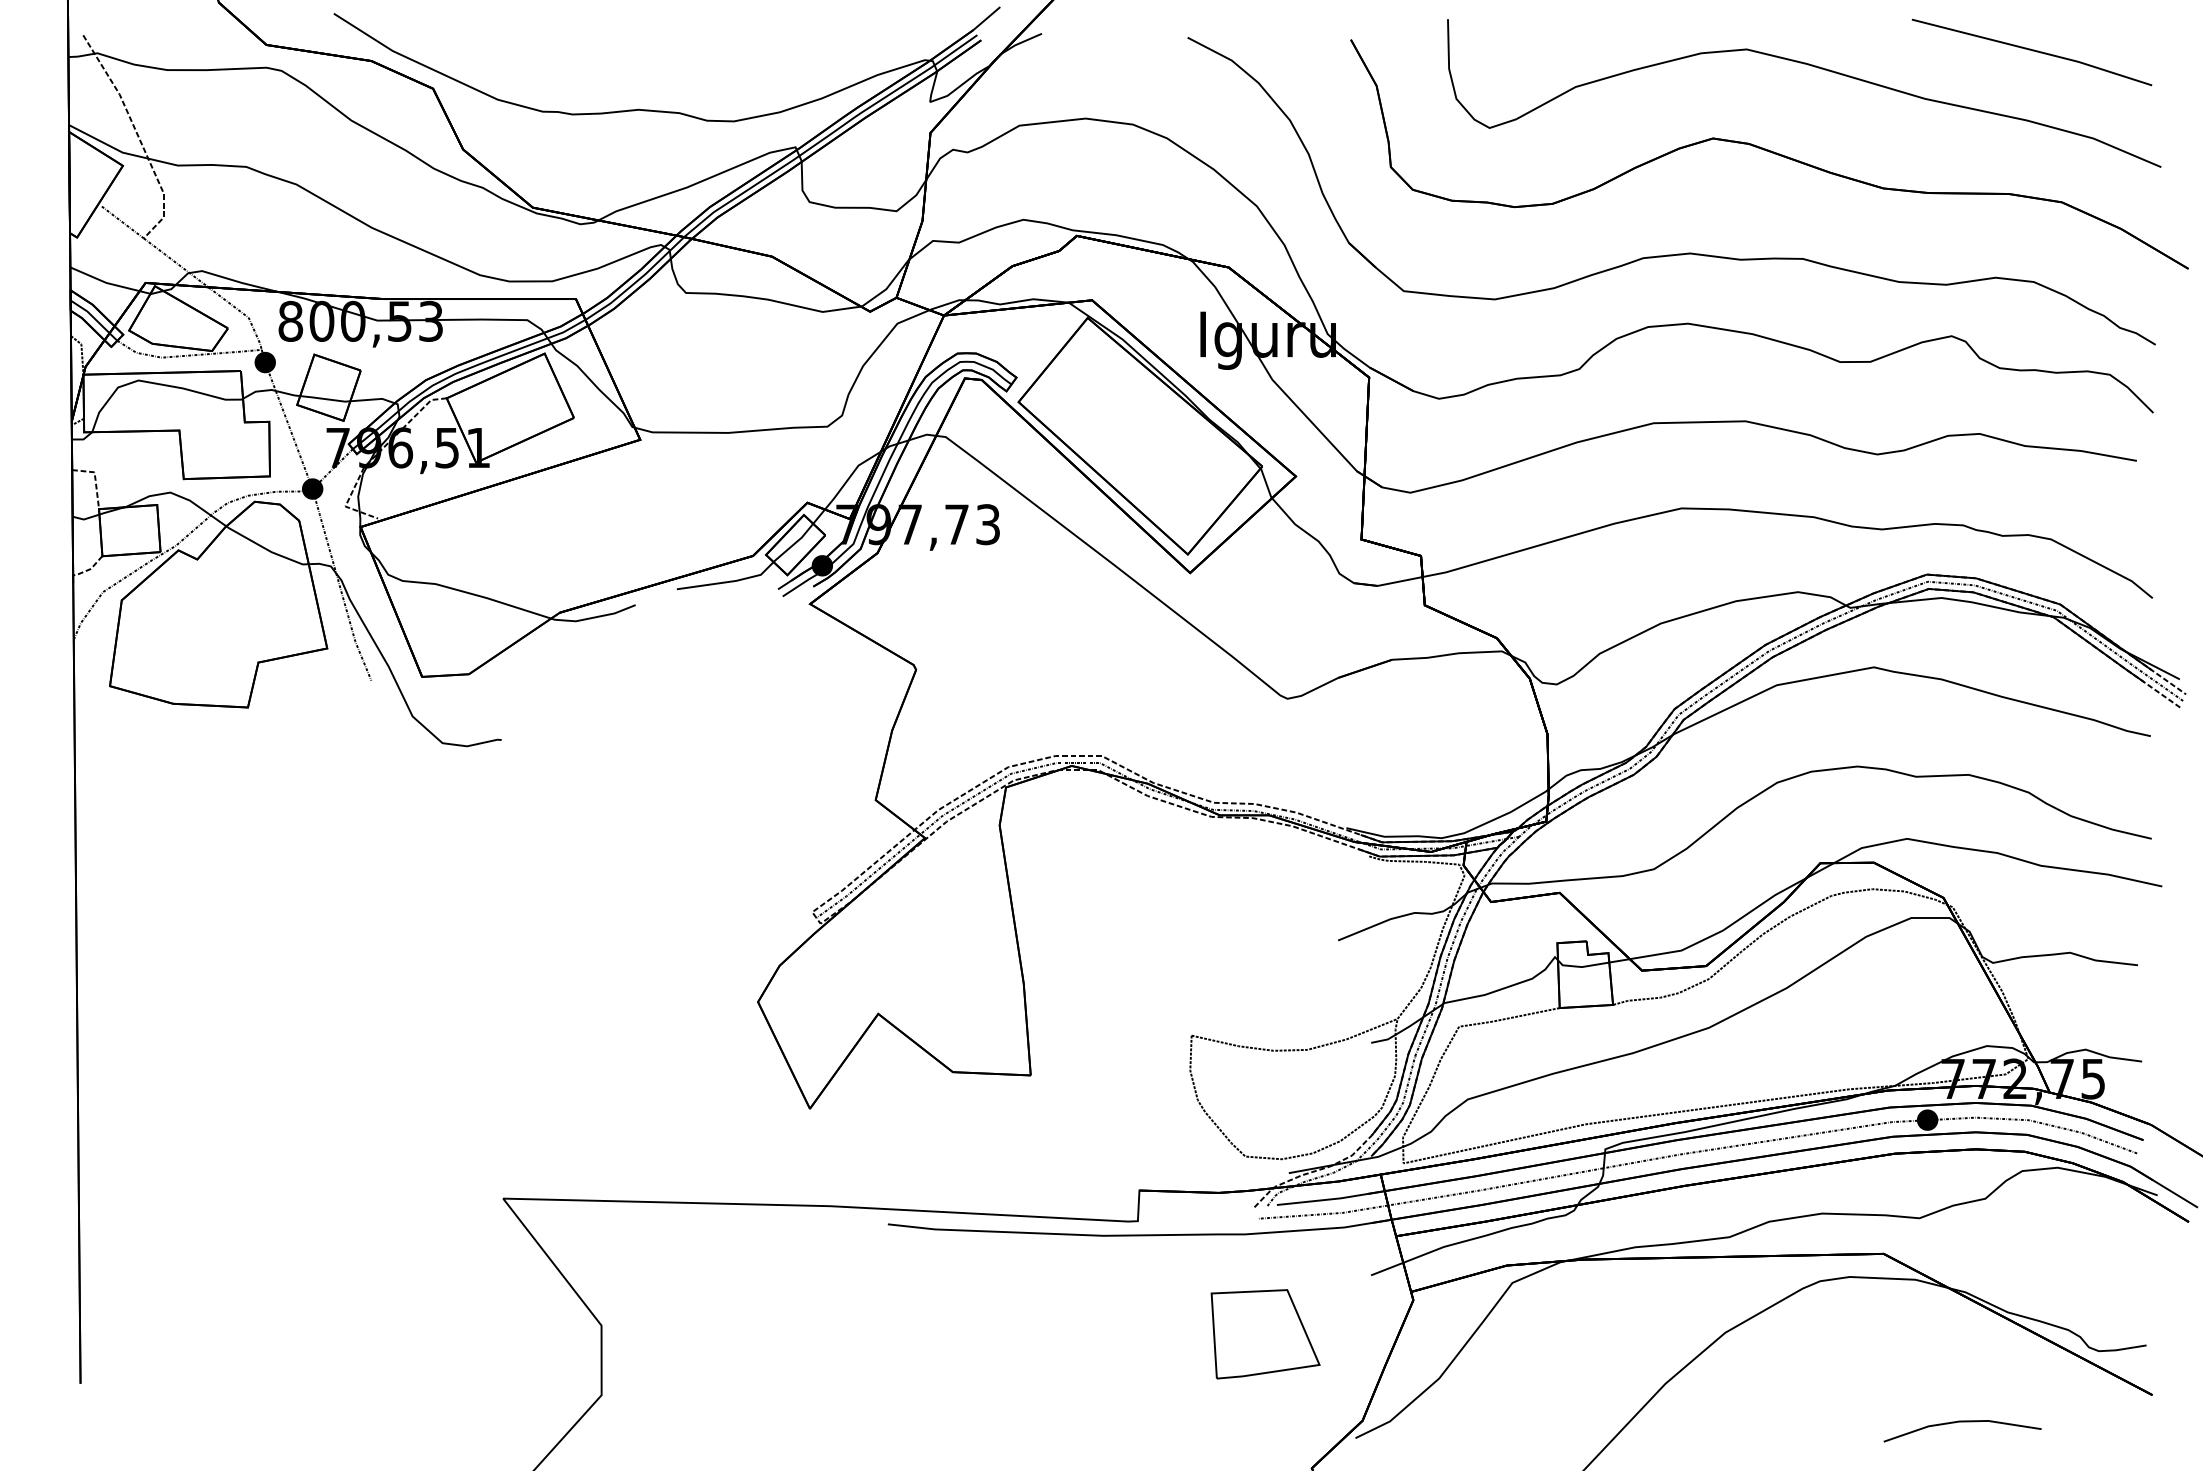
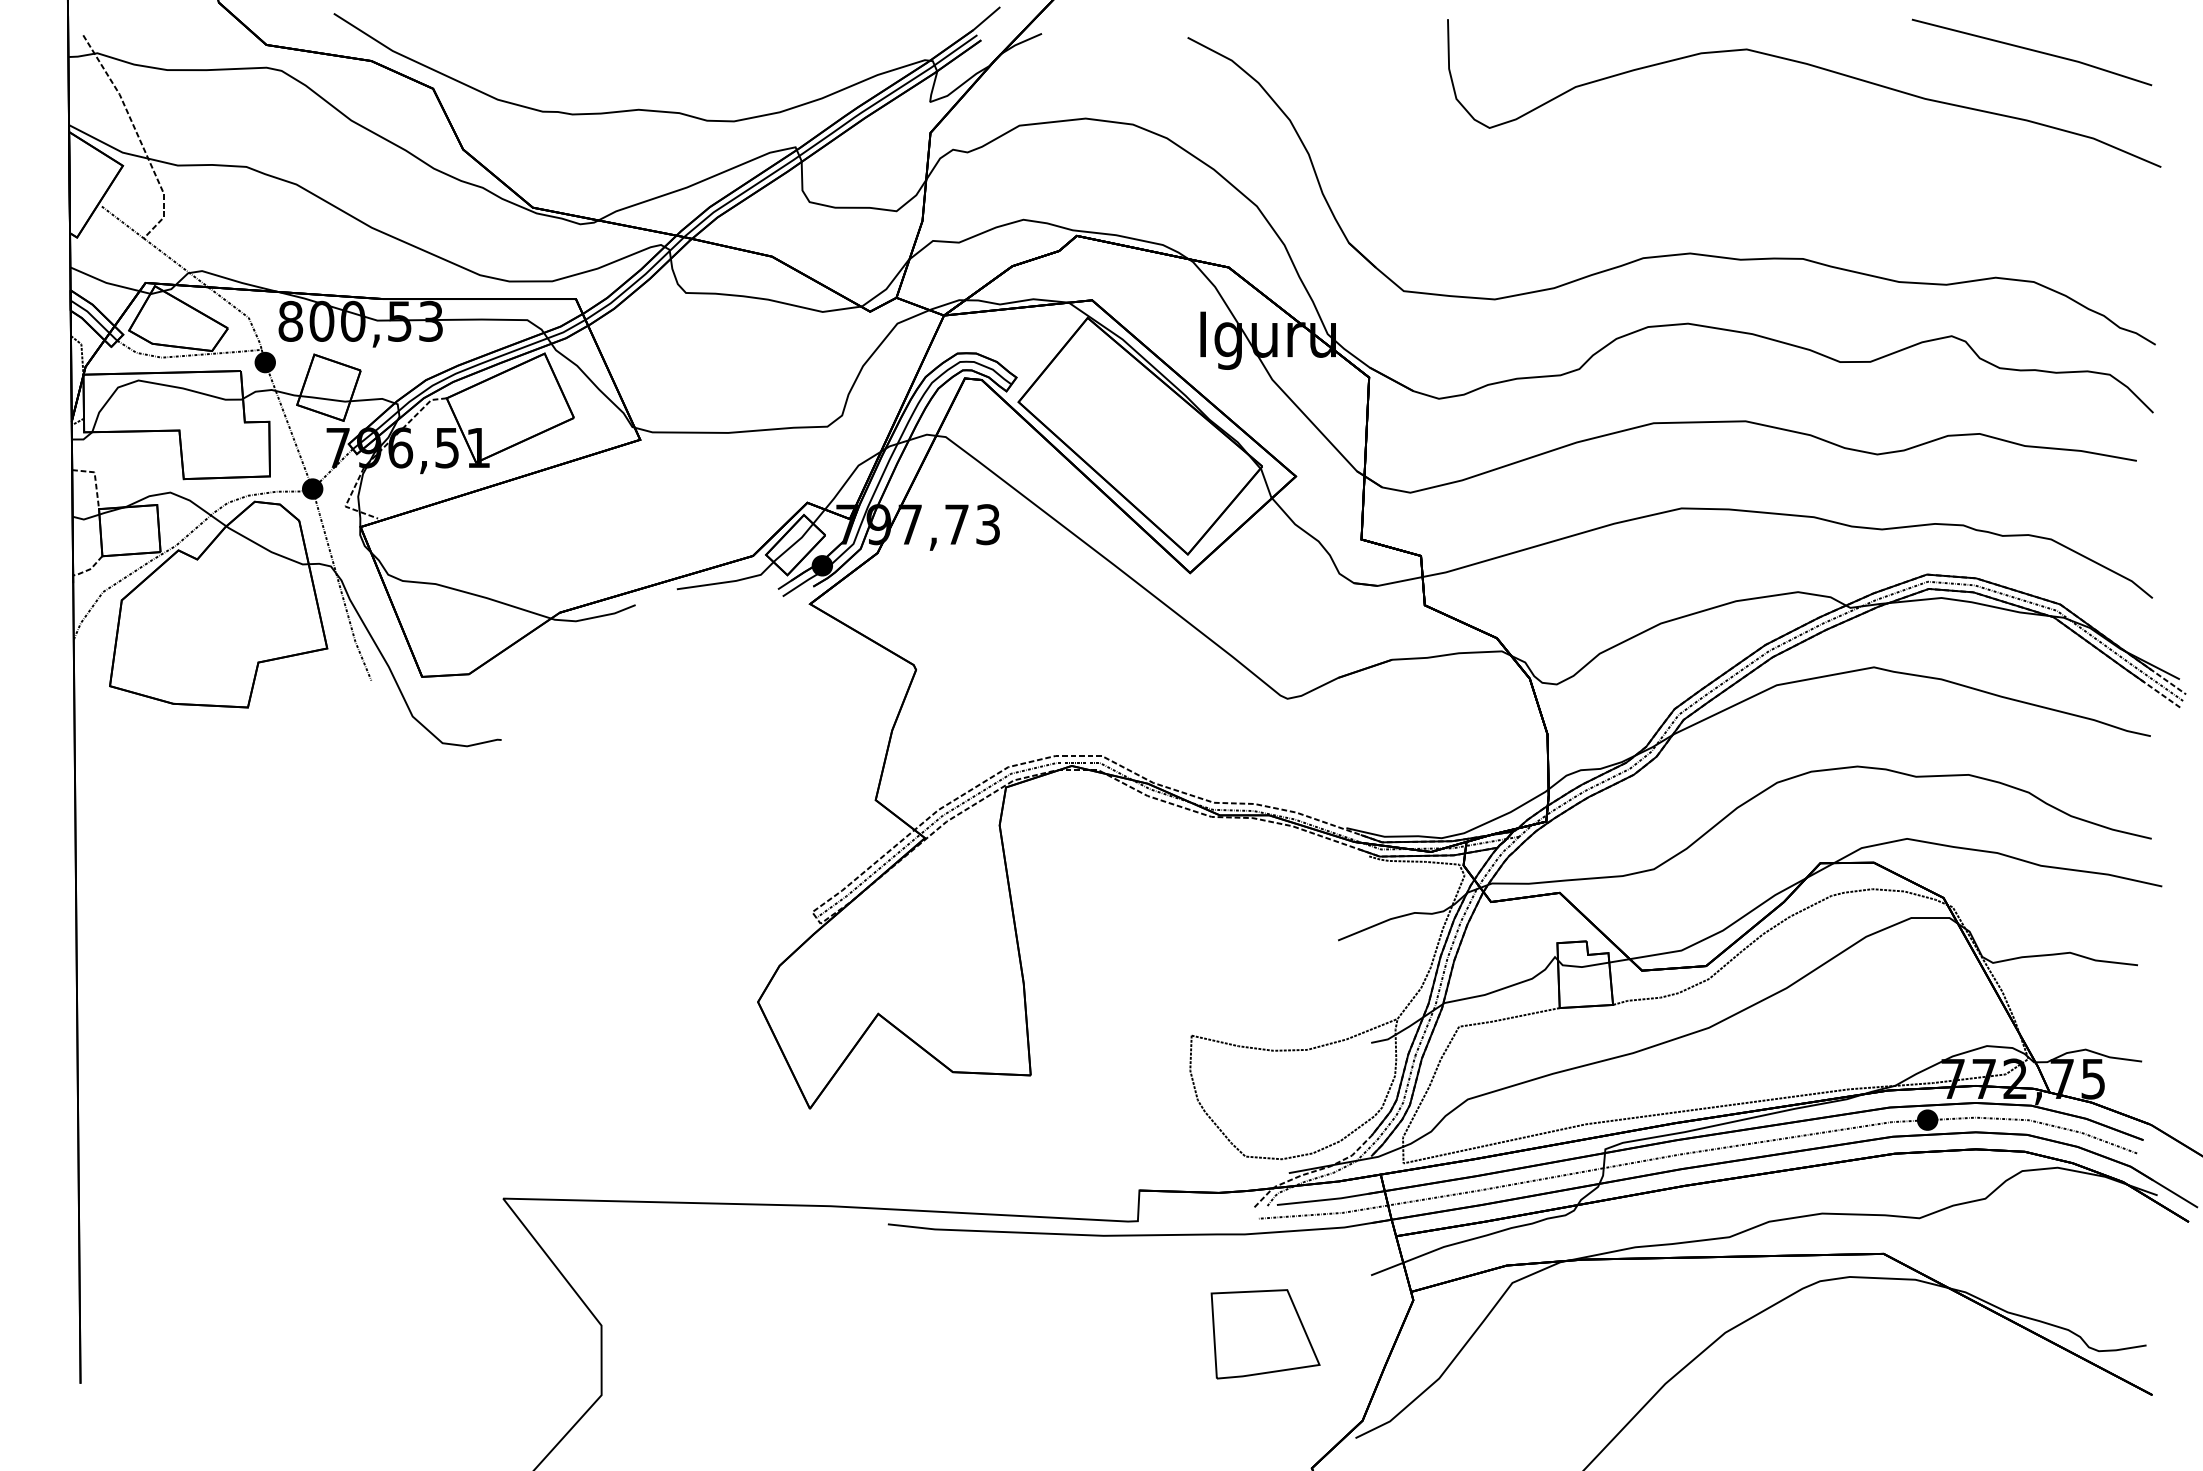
part at (1769, 154): present -> none
line at (1962, 1422): present -> none
